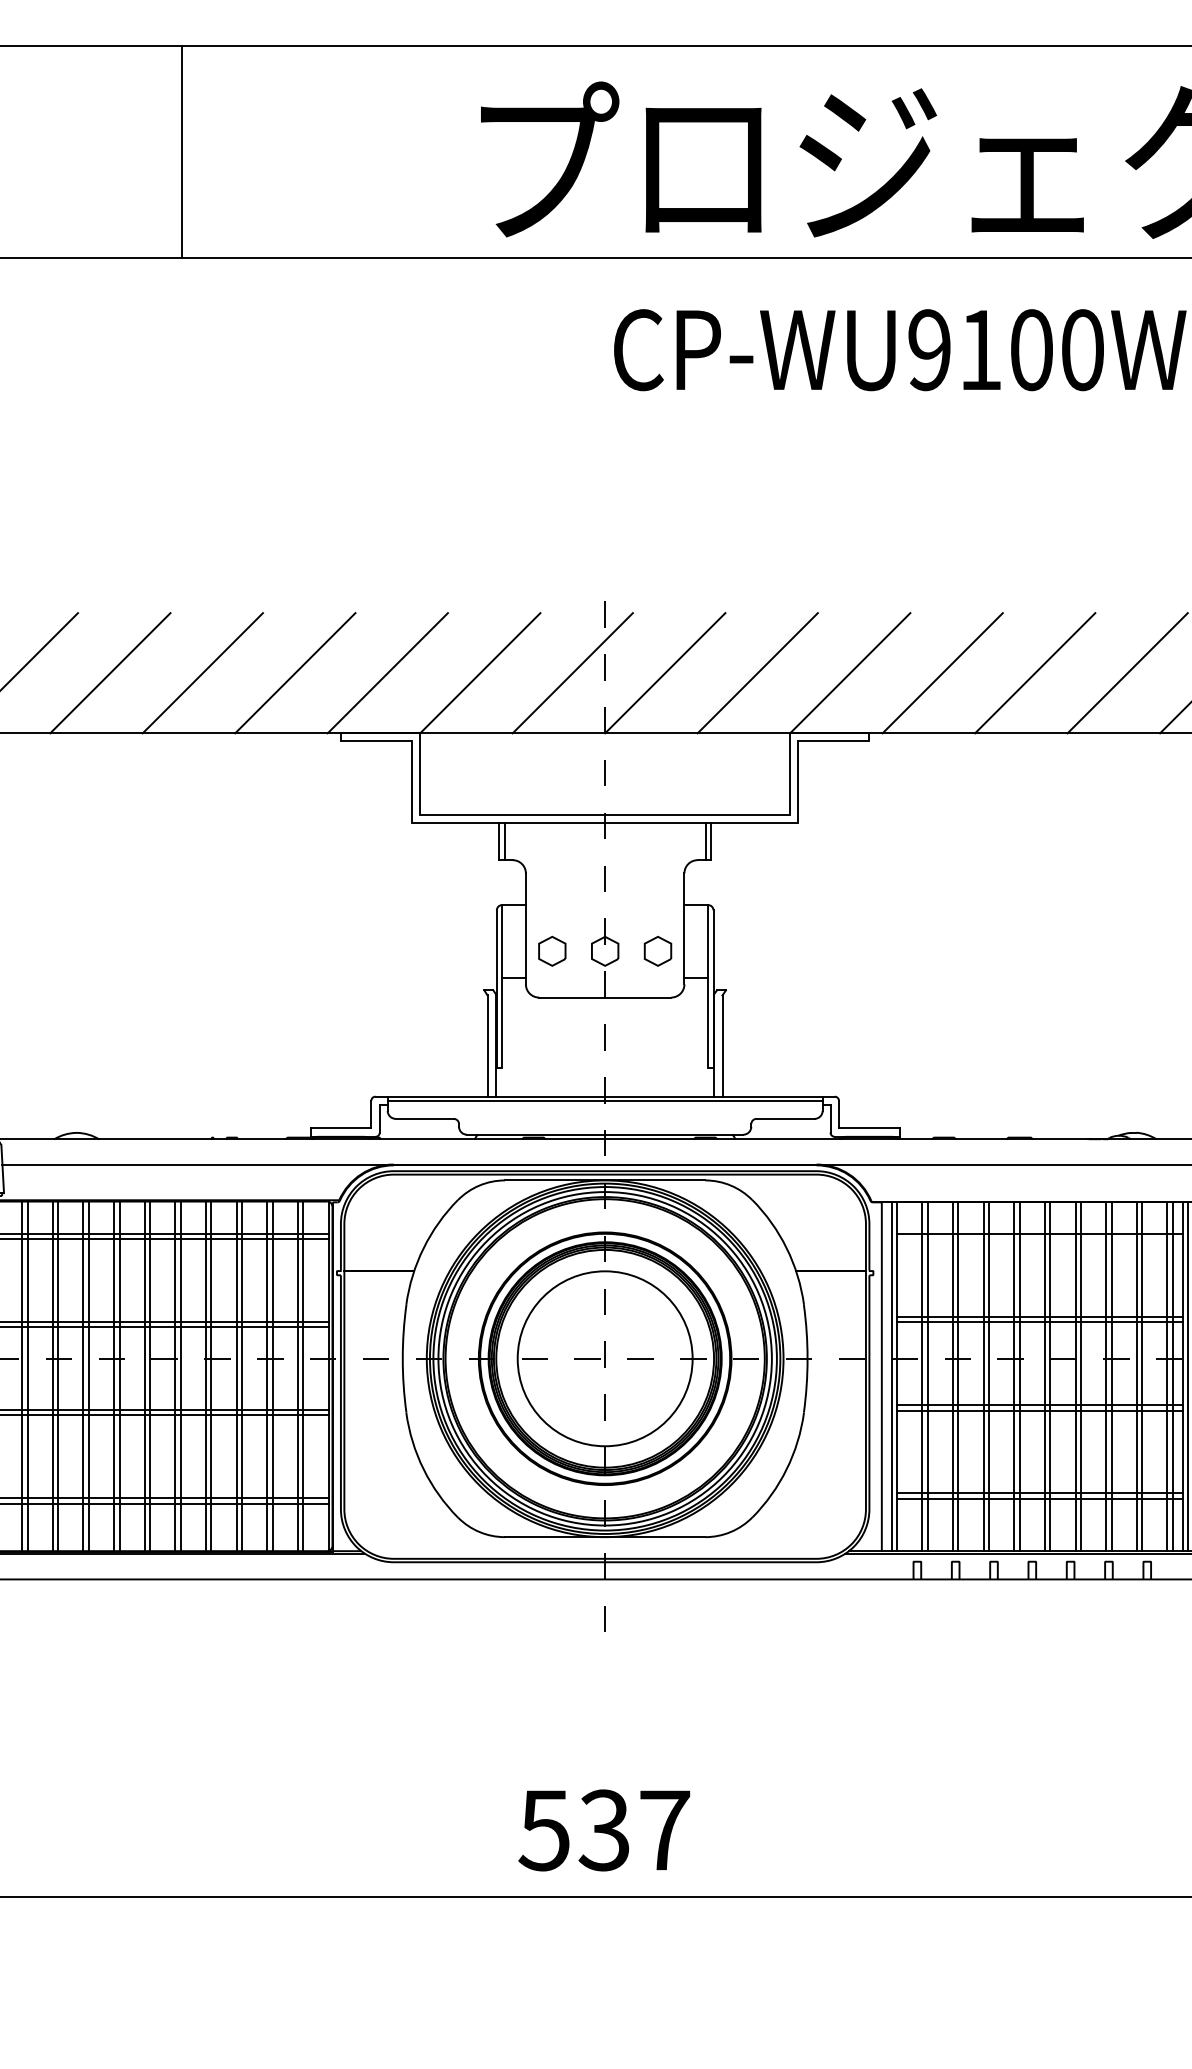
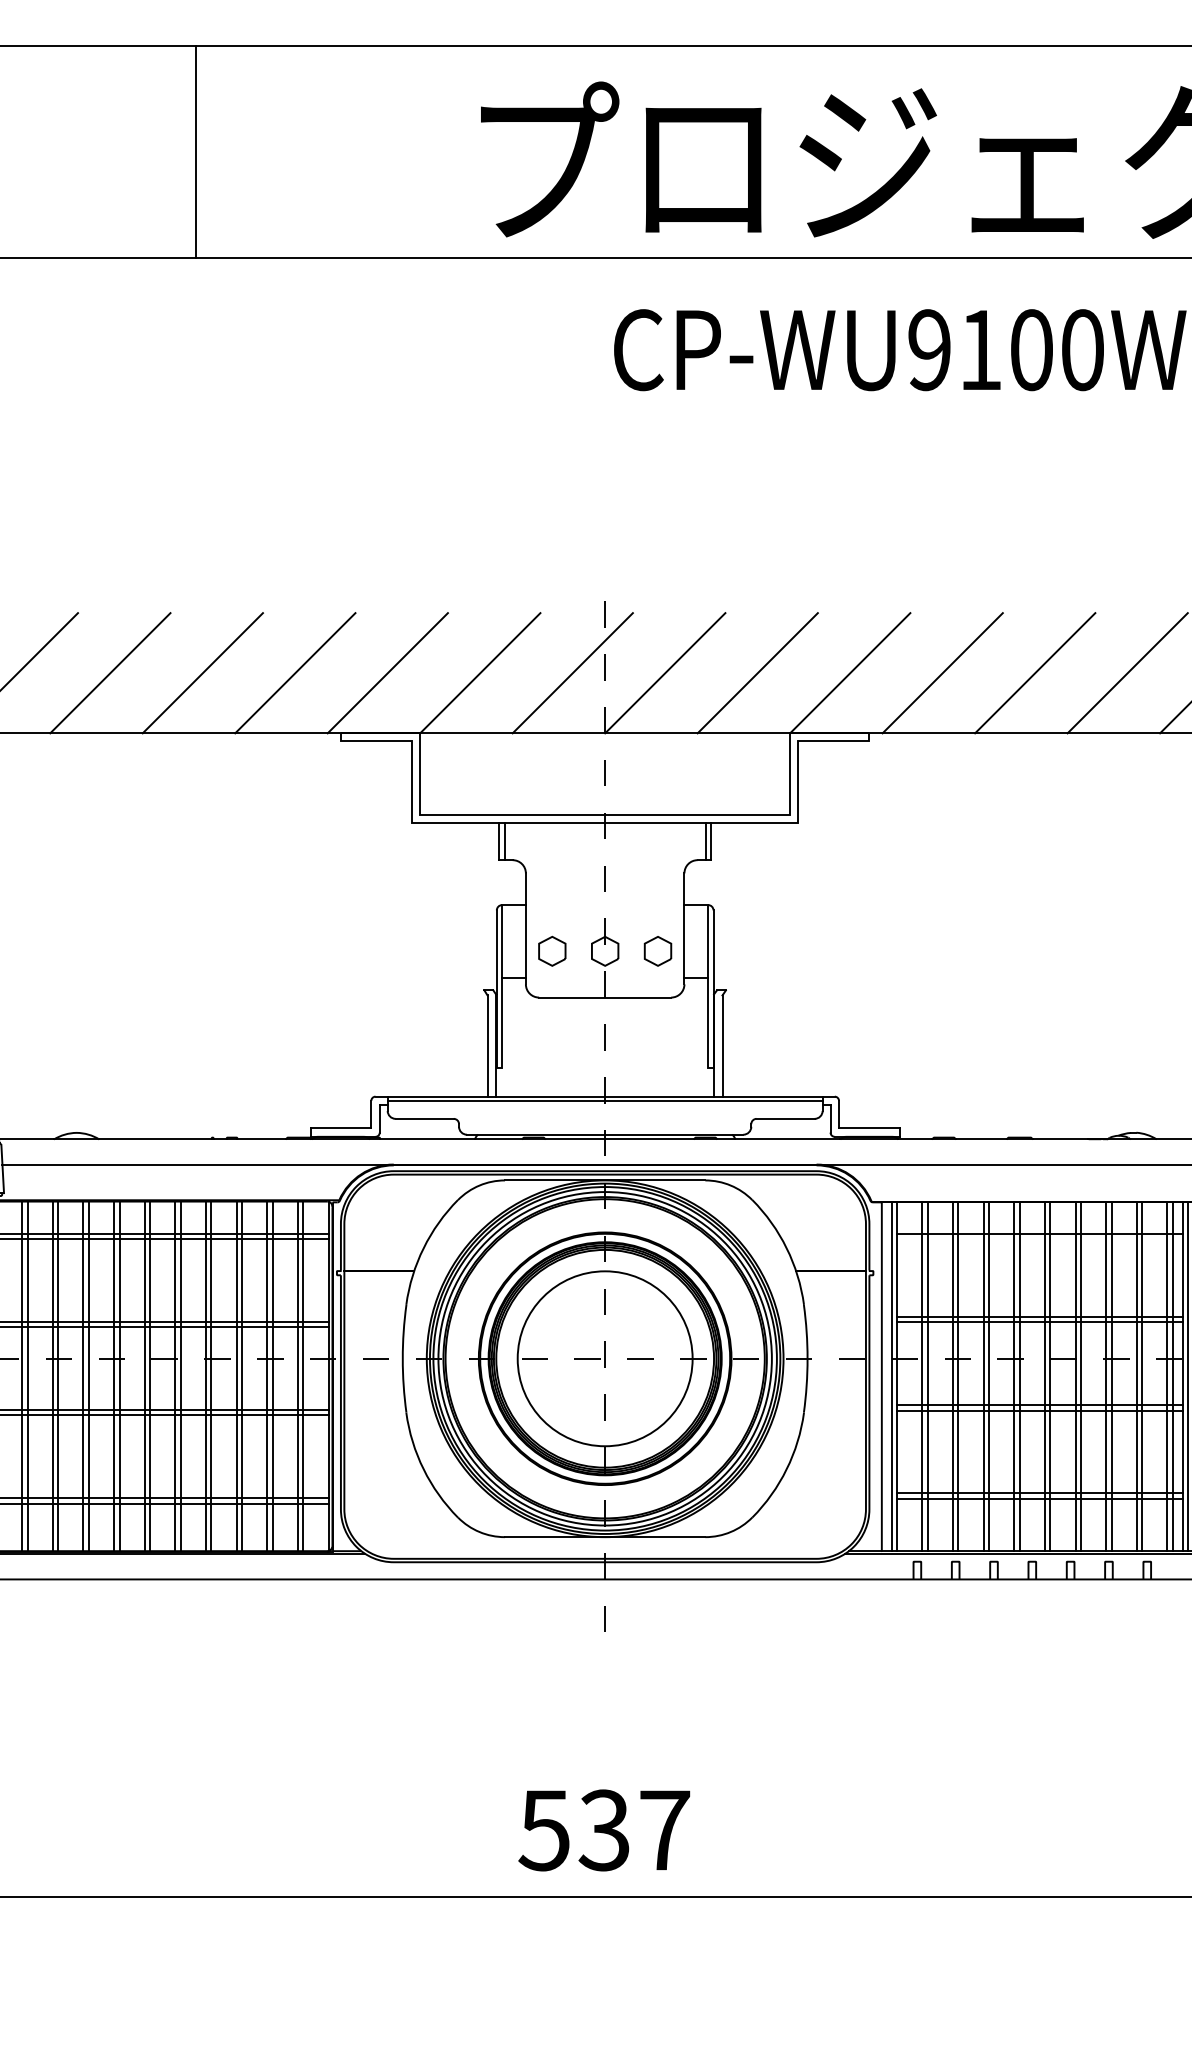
line at (181, 151) position: (181, 151) -> (195, 151)
